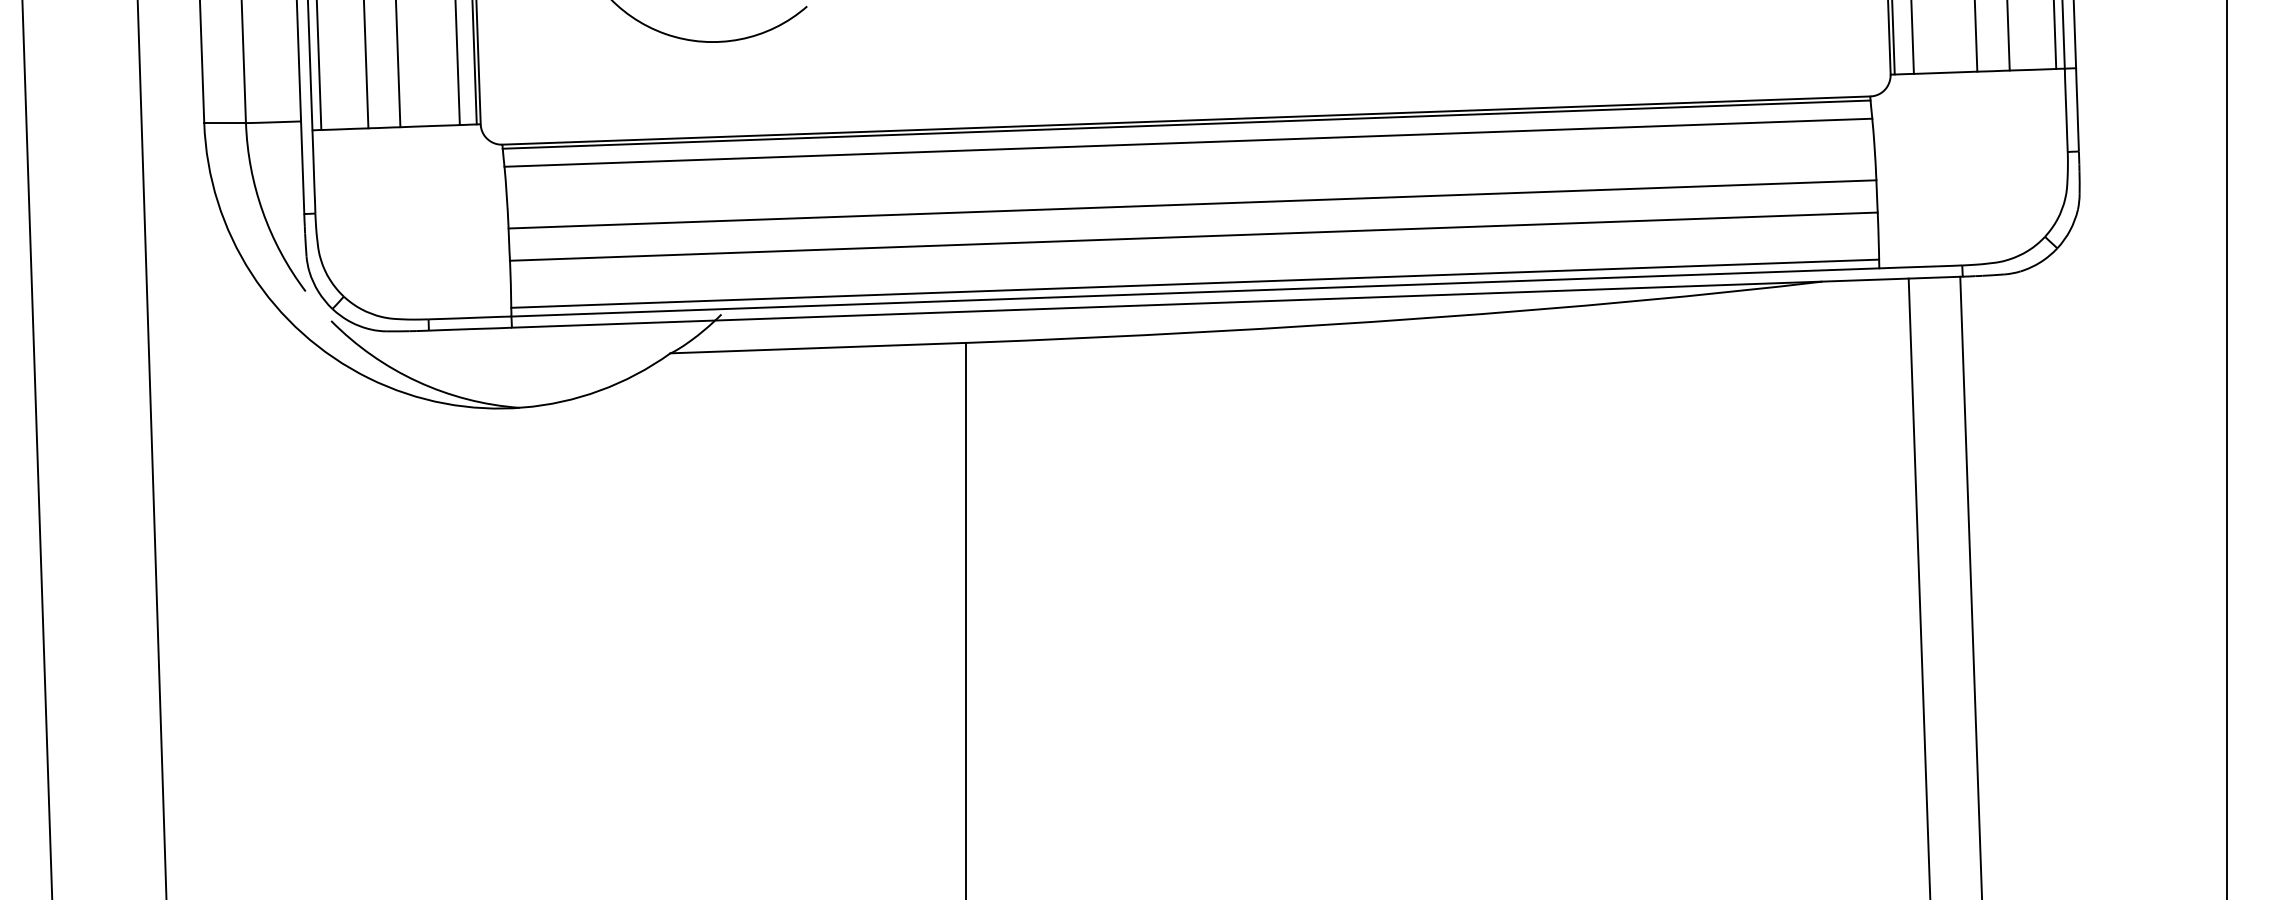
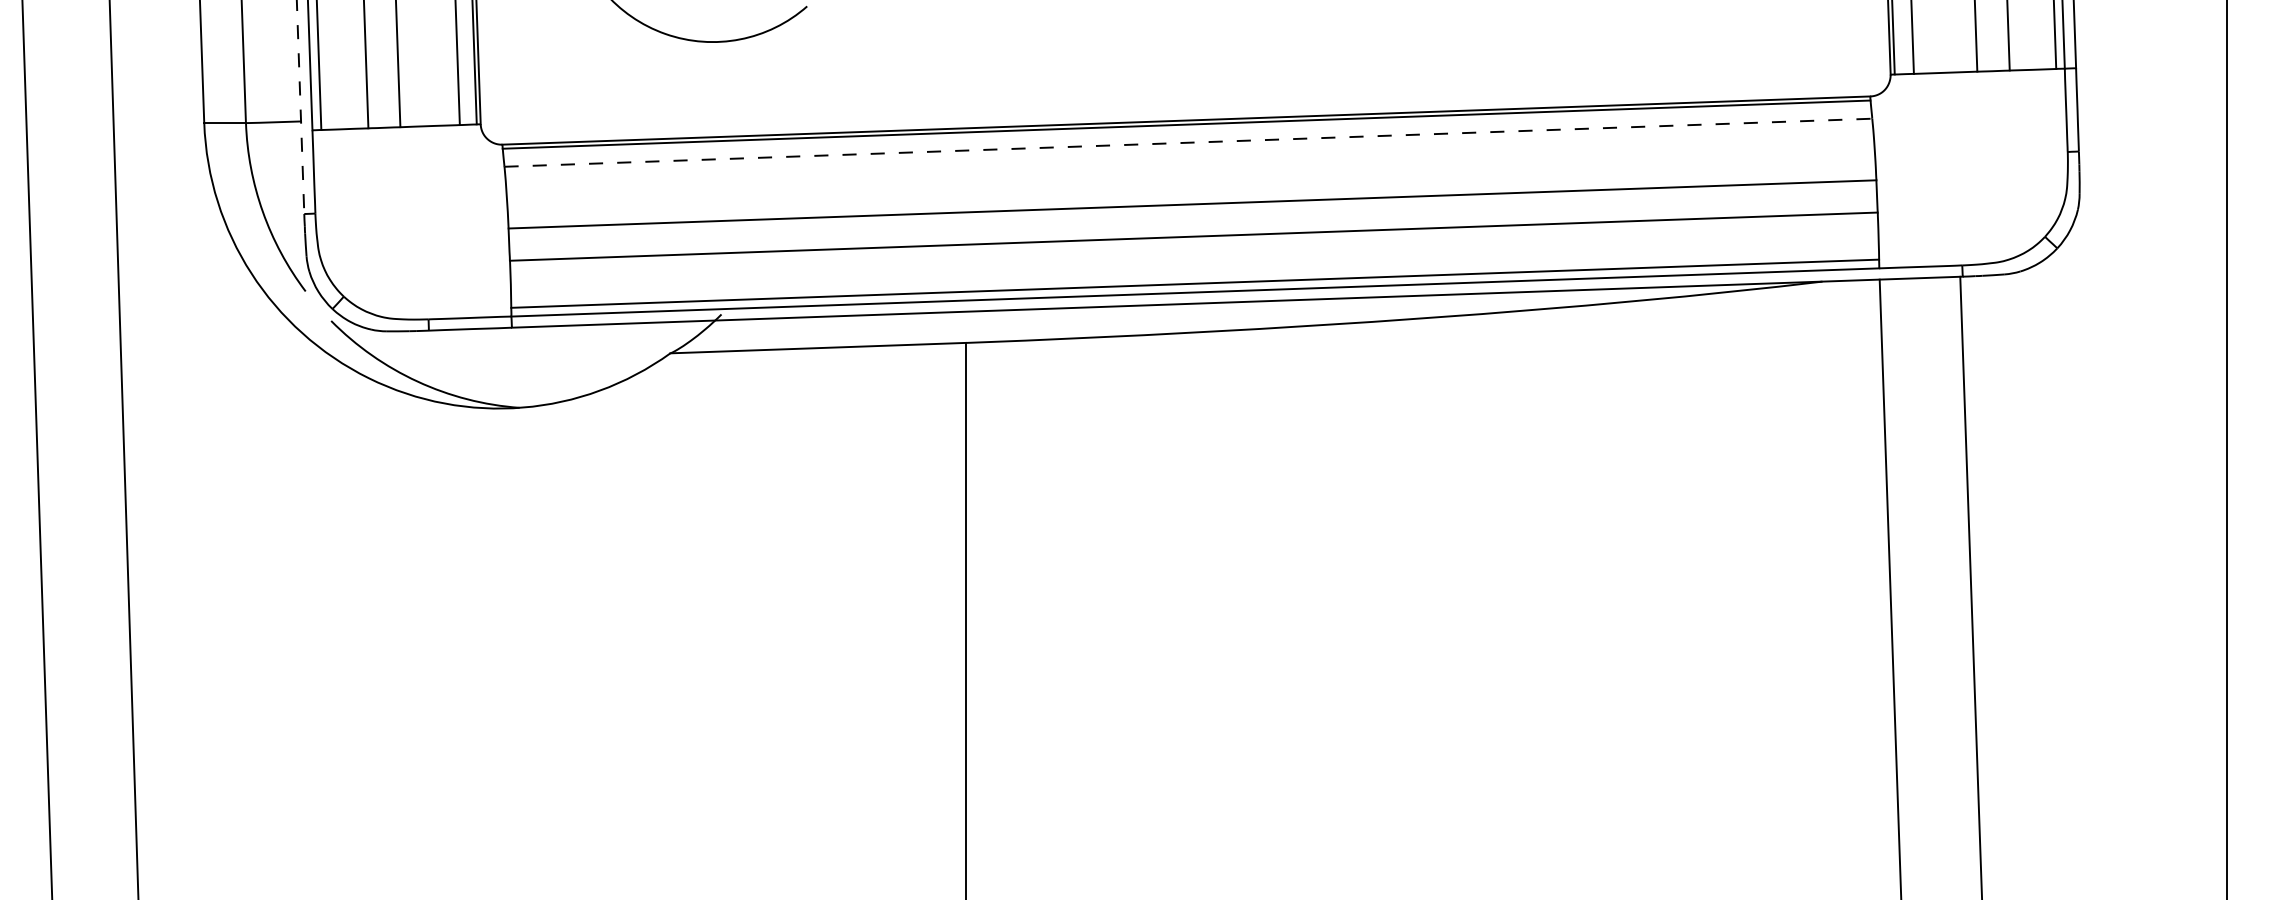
line at (300, 107): solid -> dashed
line at (1188, 142): solid -> dashed
line at (151, 449) position: (151, 449) -> (123, 449)
line at (1919, 587) position: (1919, 587) -> (1890, 587)
